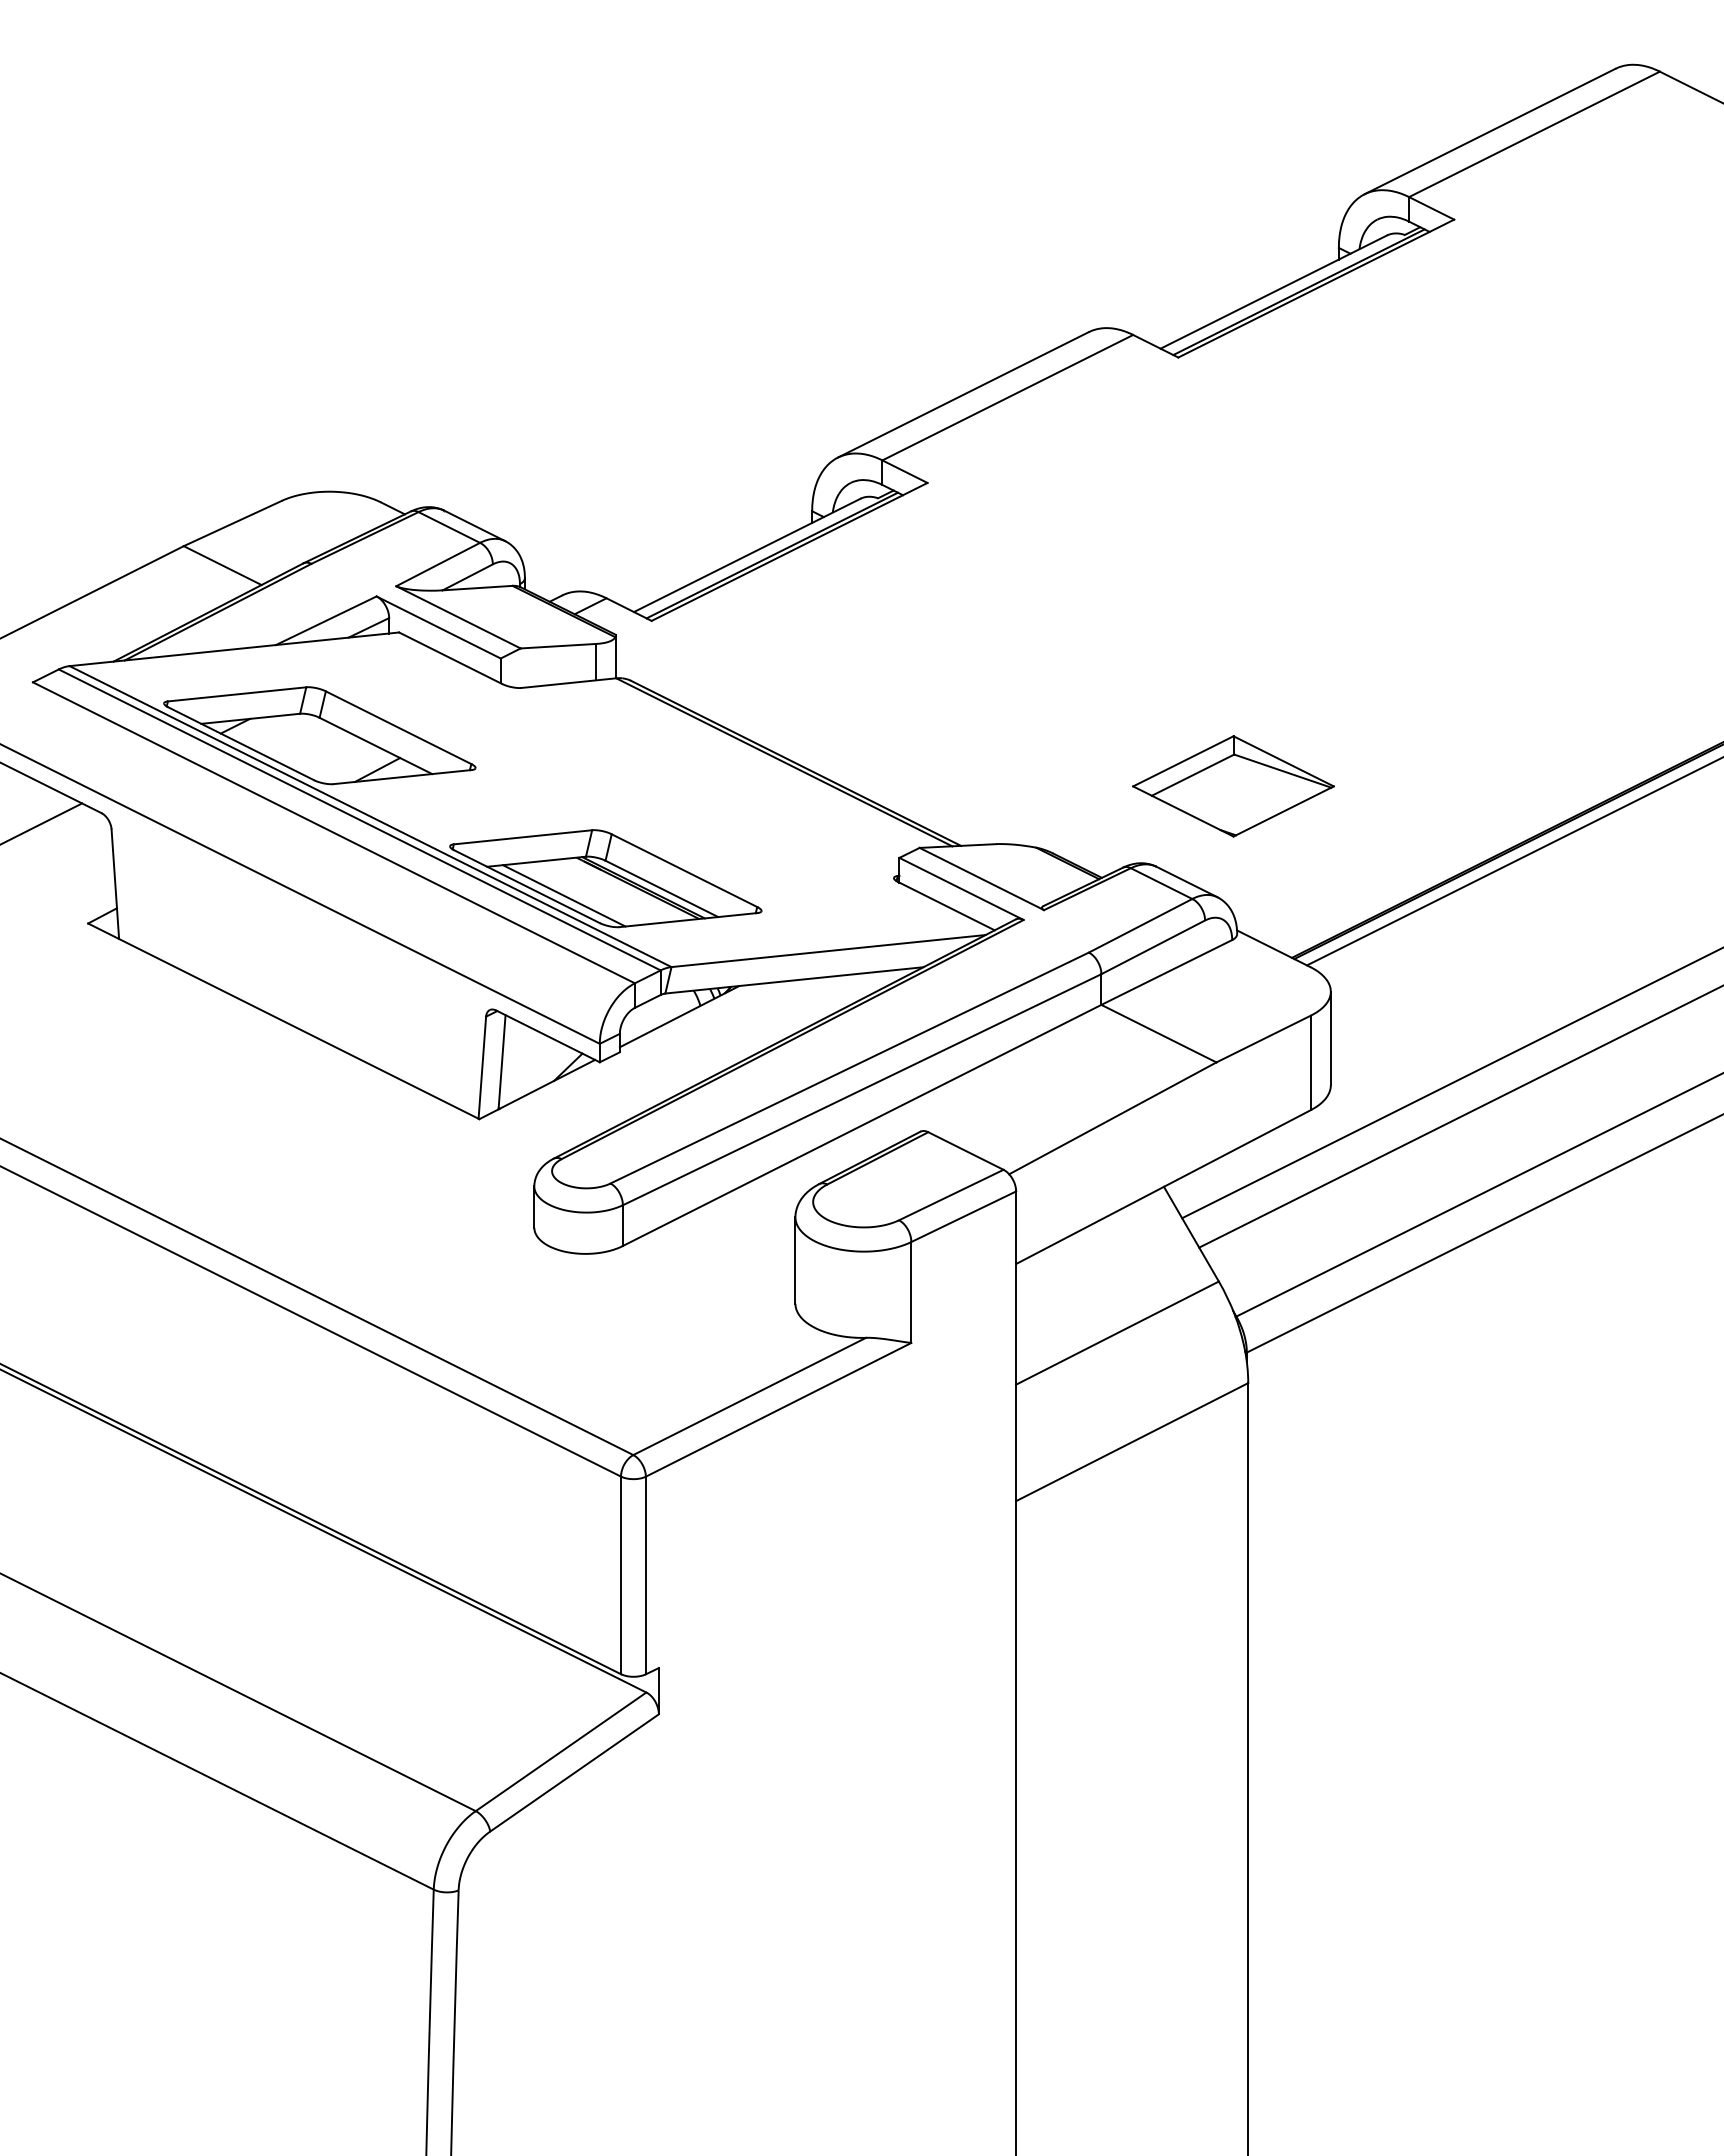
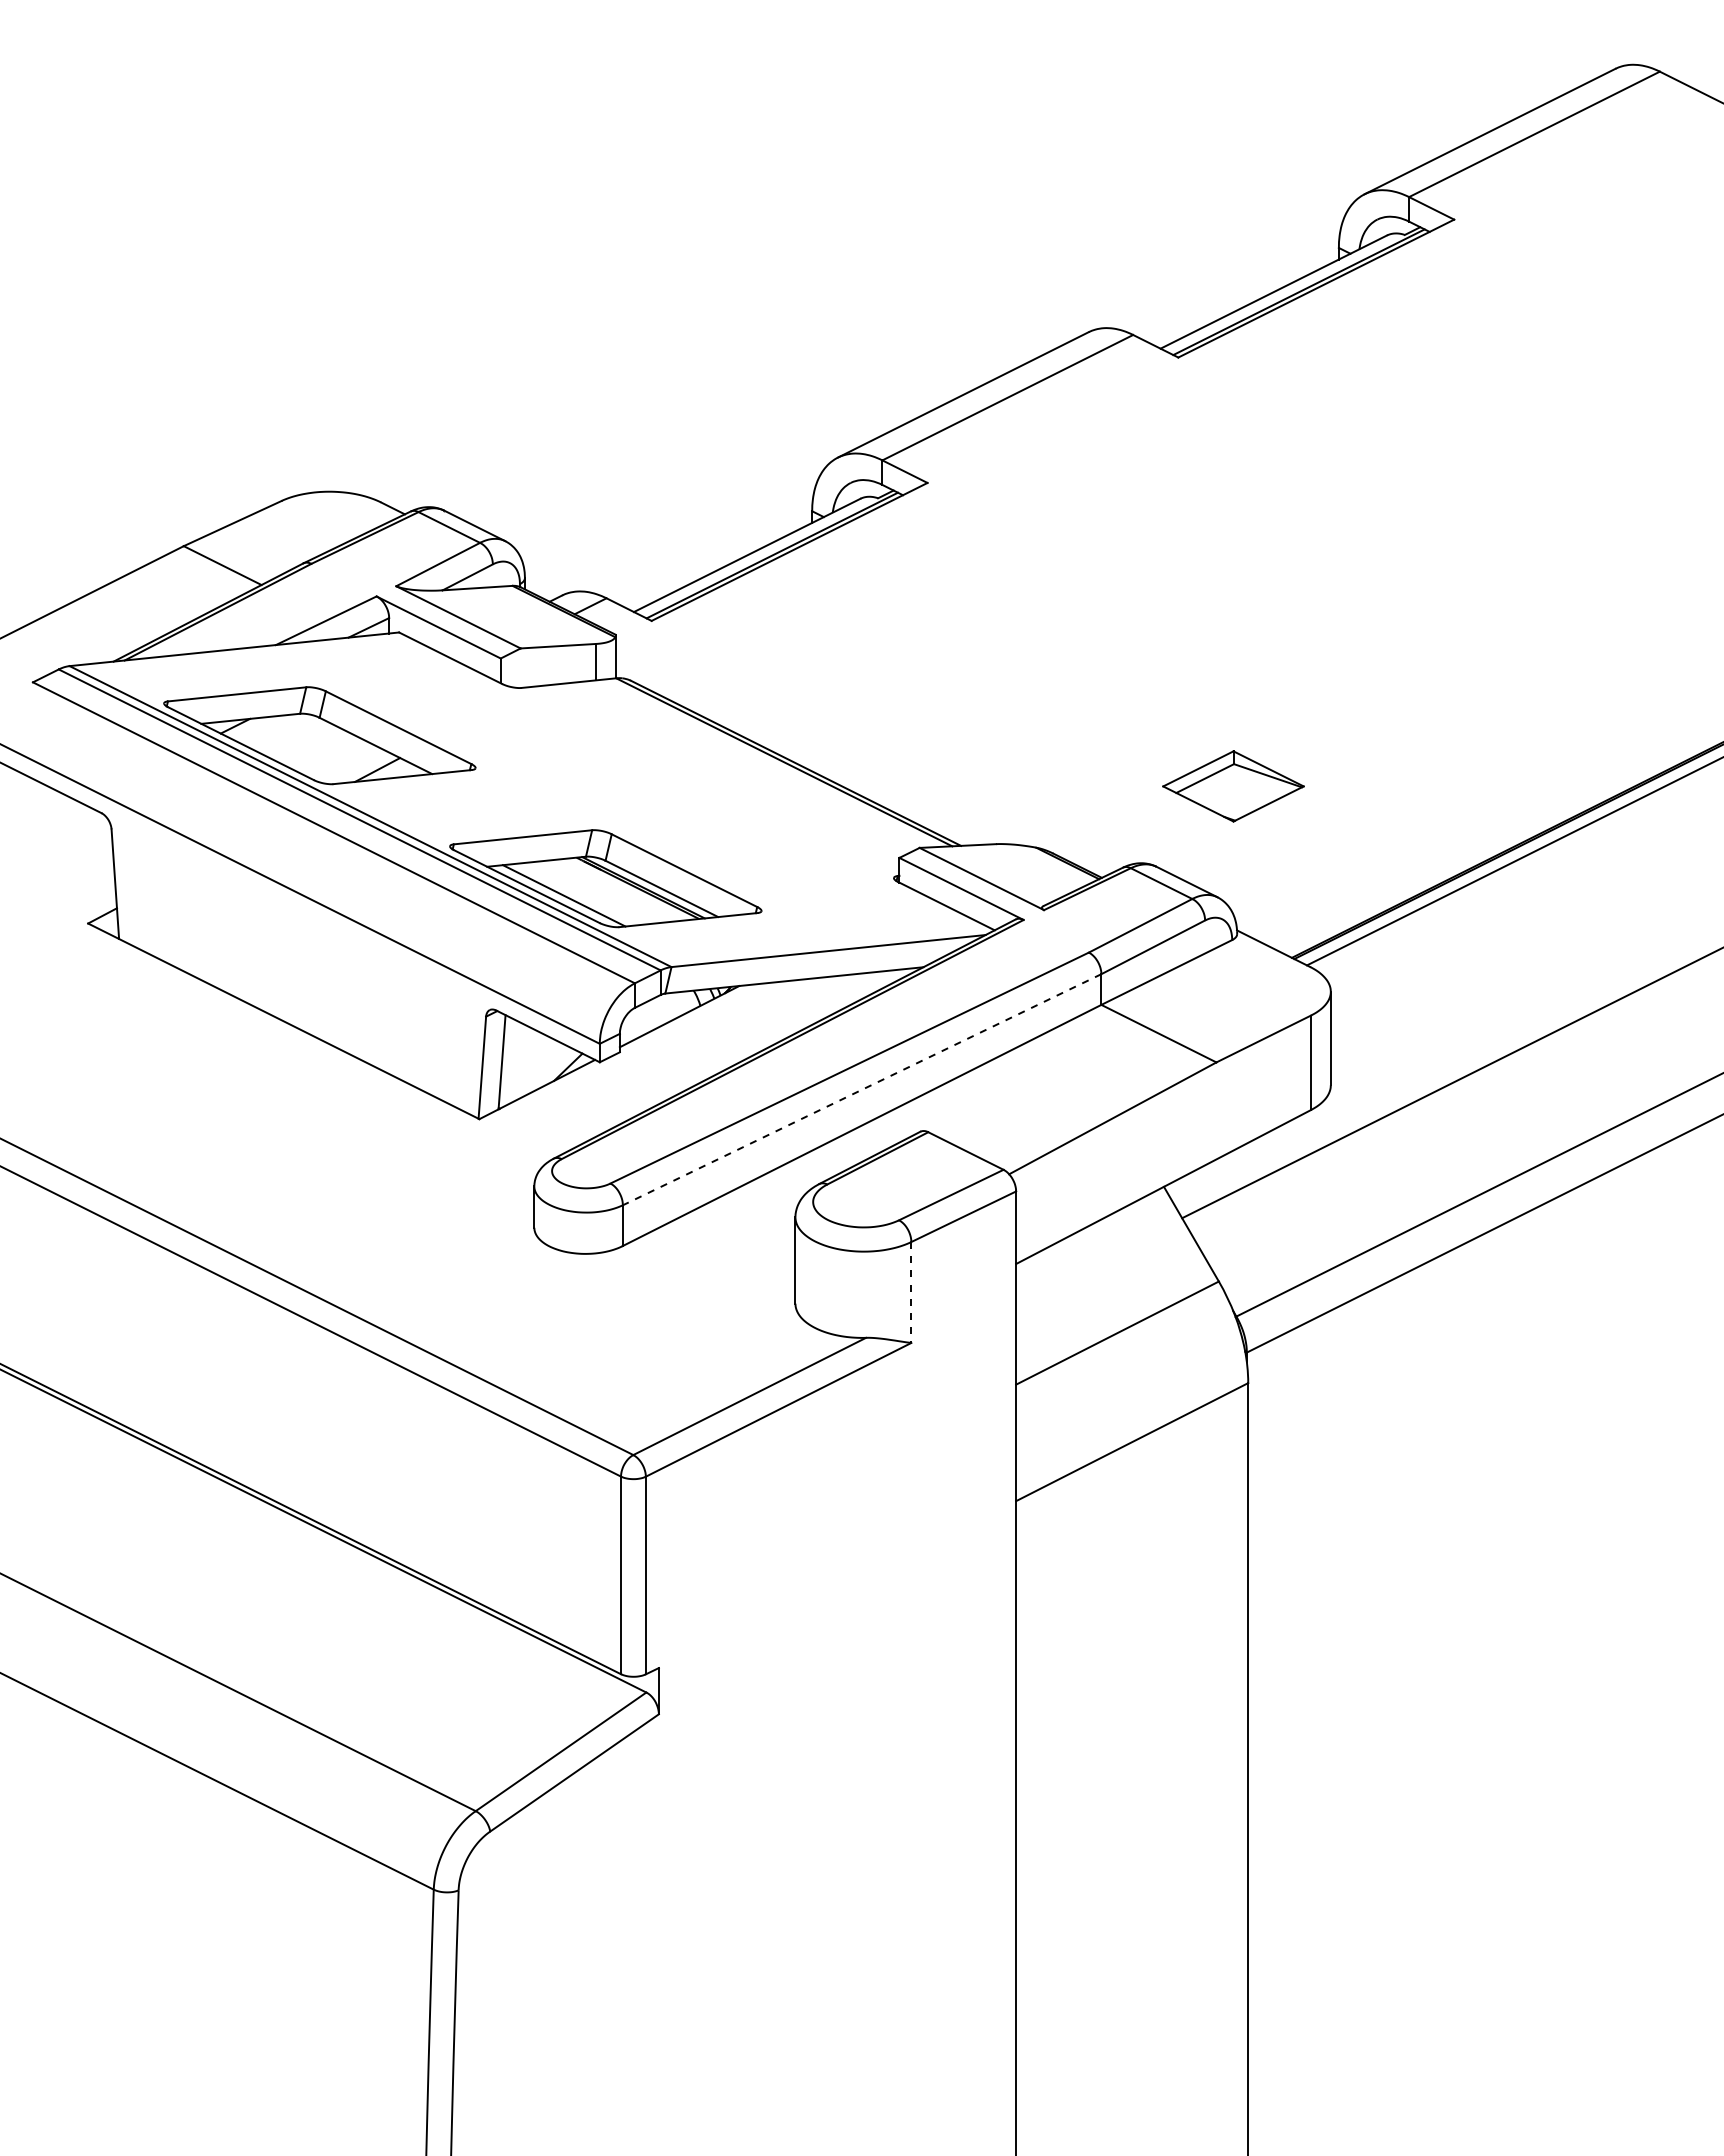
part at (1233, 786) size: 203x103 px -> 143x73 px
line at (42, 823): present -> none
line at (862, 1089): solid -> dashed
line at (1459, 1116): present -> none
line at (911, 1293): solid -> dashed
